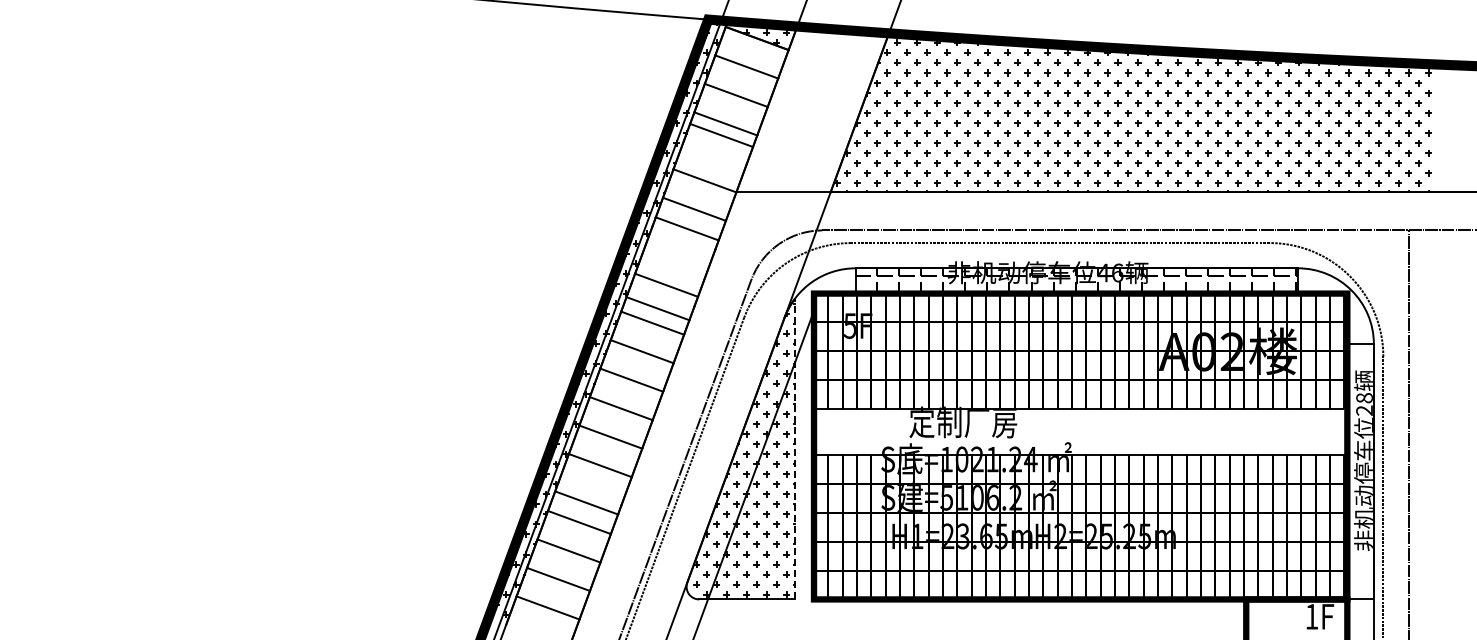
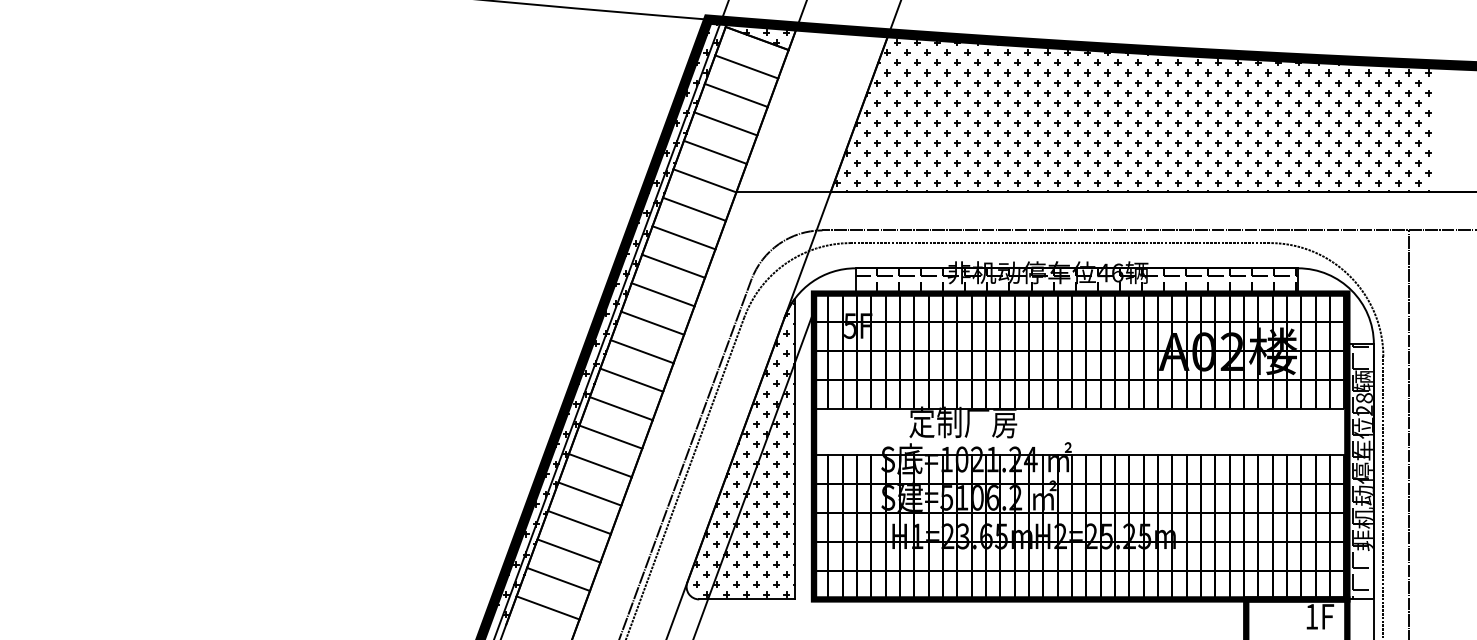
line at (720, 134) position: (720, 134) -> (714, 151)
line at (686, 228) position: (686, 228) -> (683, 237)
line at (666, 284) position: (666, 284) -> (673, 265)
line at (657, 308) position: (657, 308) -> (662, 294)
line at (795, 448): dashed -> solid
hatch at (1361, 471): none -> present
line at (586, 502) position: (586, 502) -> (589, 493)
